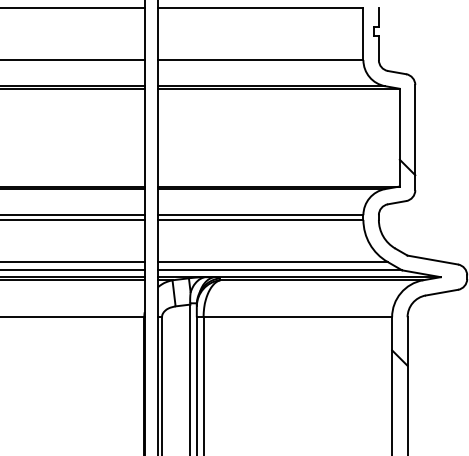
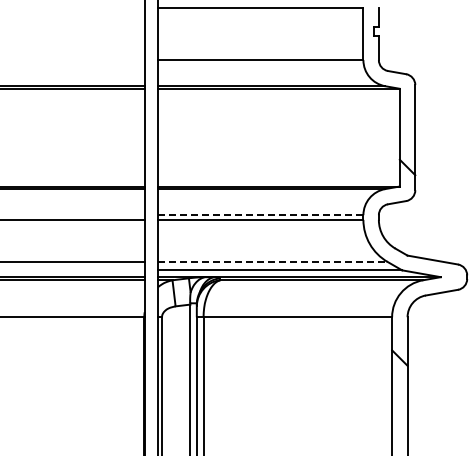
line at (73, 7): present -> none
line at (73, 60): present -> none
line at (73, 215): present -> none
line at (260, 215): solid -> dashed
line at (272, 261): solid -> dashed
line at (73, 270): present -> none
